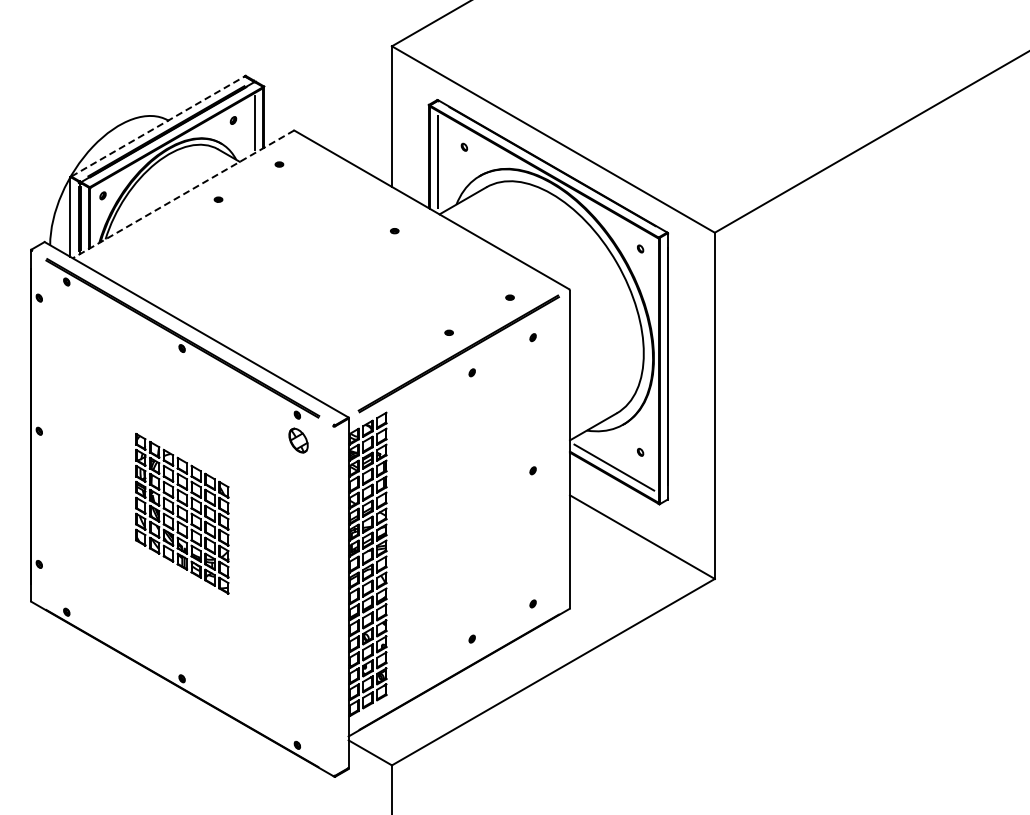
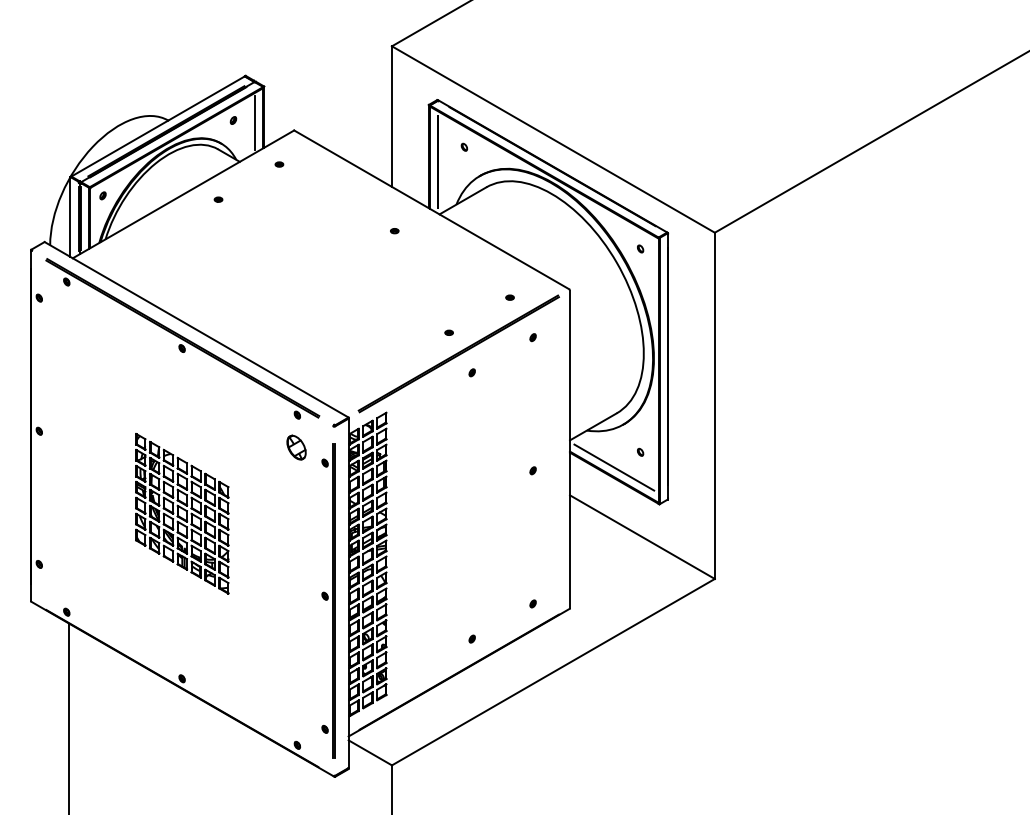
line at (158, 126): dashed -> solid
line at (183, 194): dashed -> solid
part at (298, 440) position: (298, 440) -> (296, 447)
part at (328, 600): none -> present
line at (69, 717): none -> present
